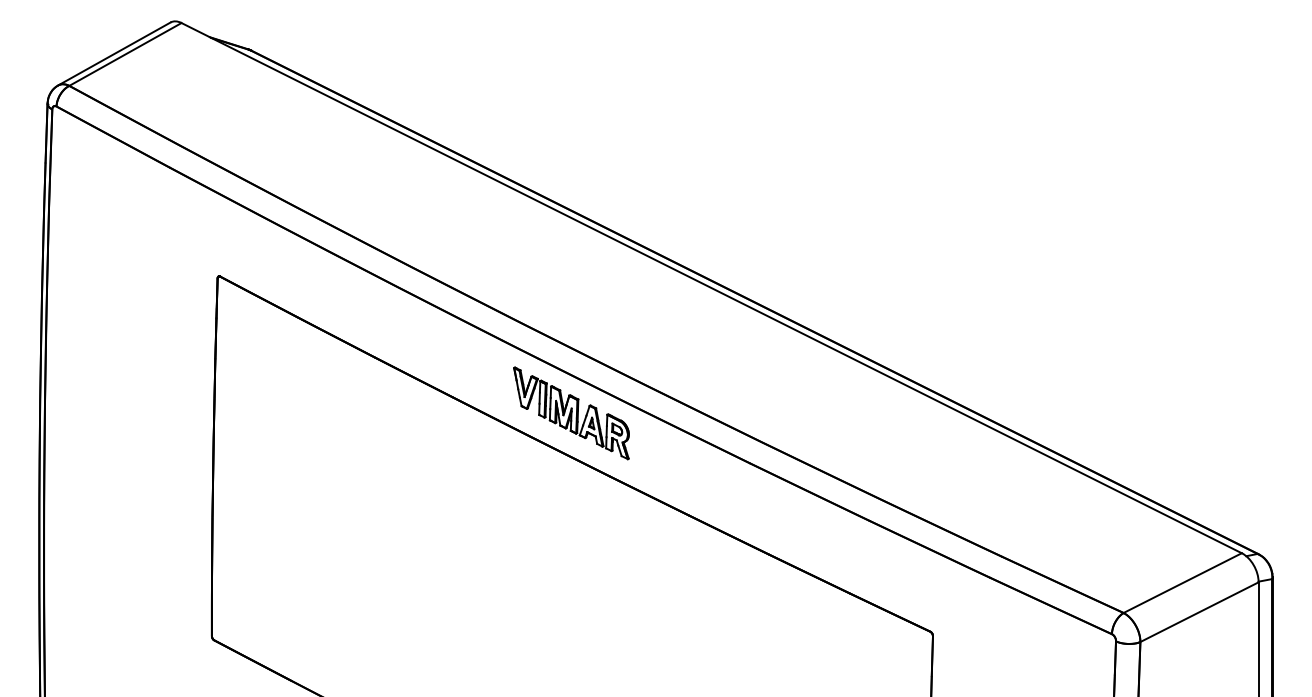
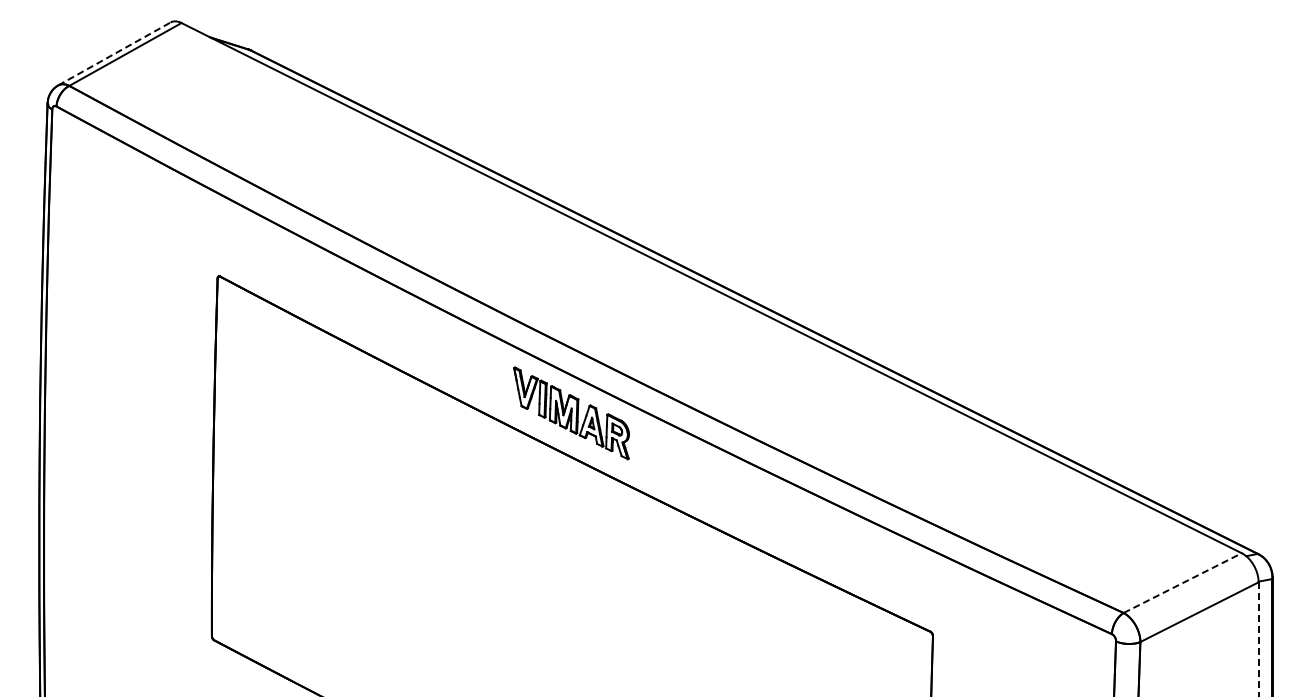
line at (114, 53): solid -> dashed
line at (1183, 582): solid -> dashed
line at (1258, 639): solid -> dashed
